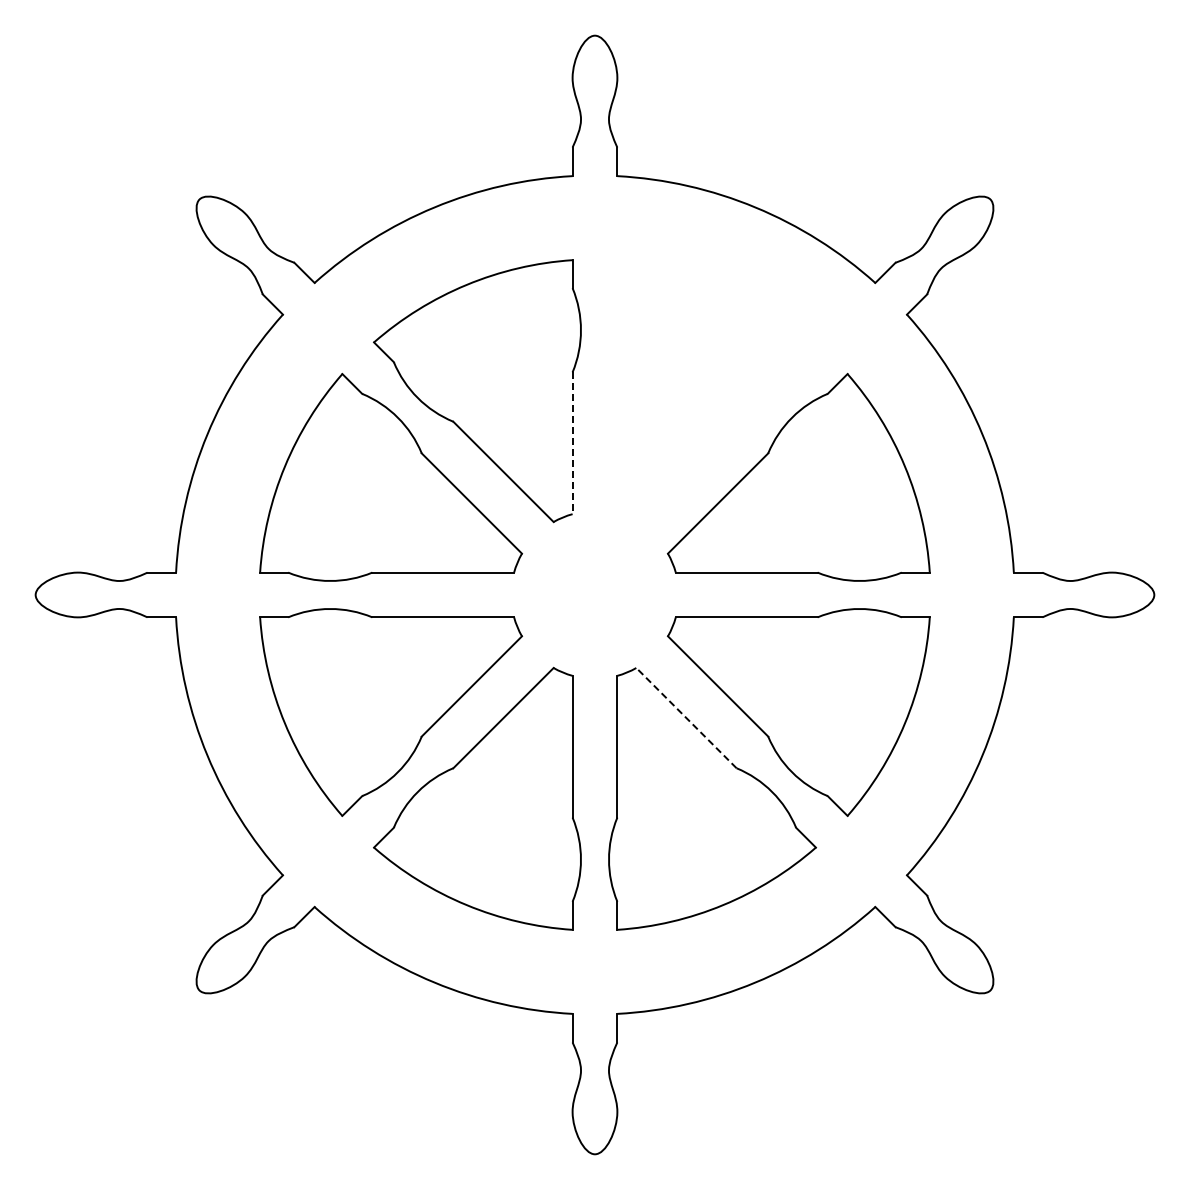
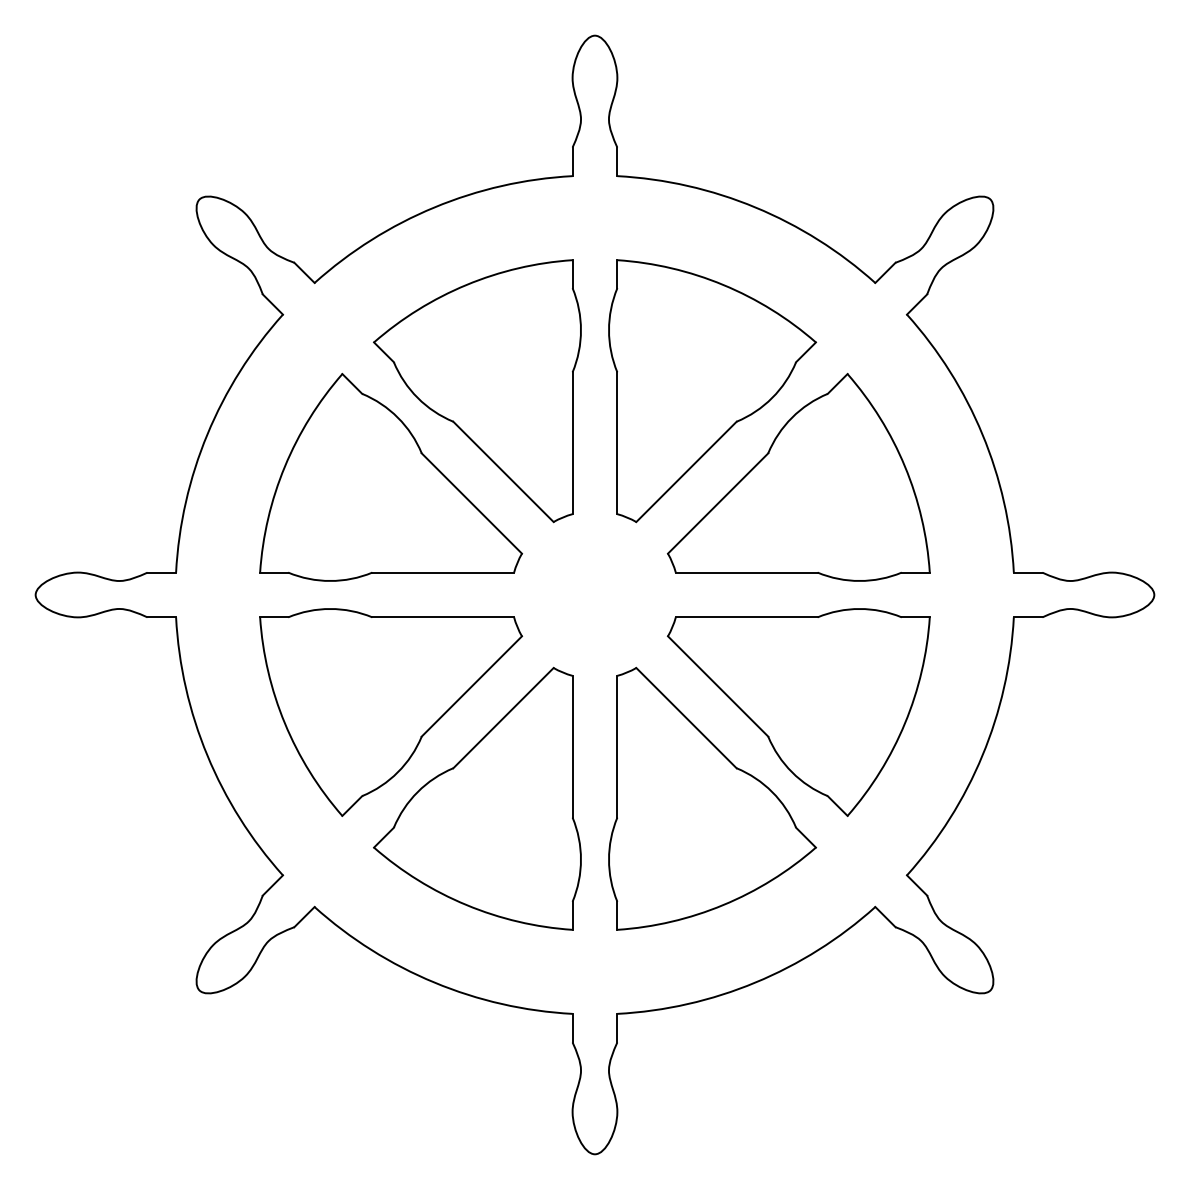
part at (712, 391): none -> present
line at (572, 443): dashed -> solid
line at (686, 718): dashed -> solid
